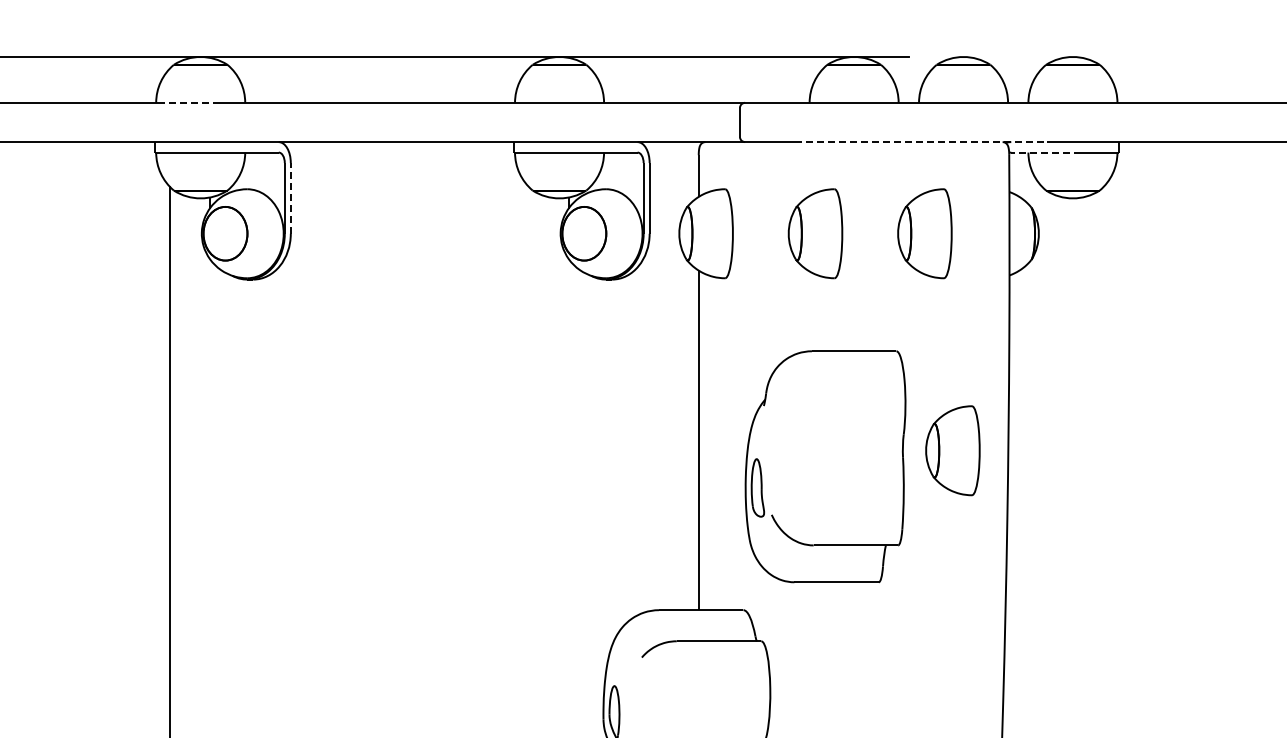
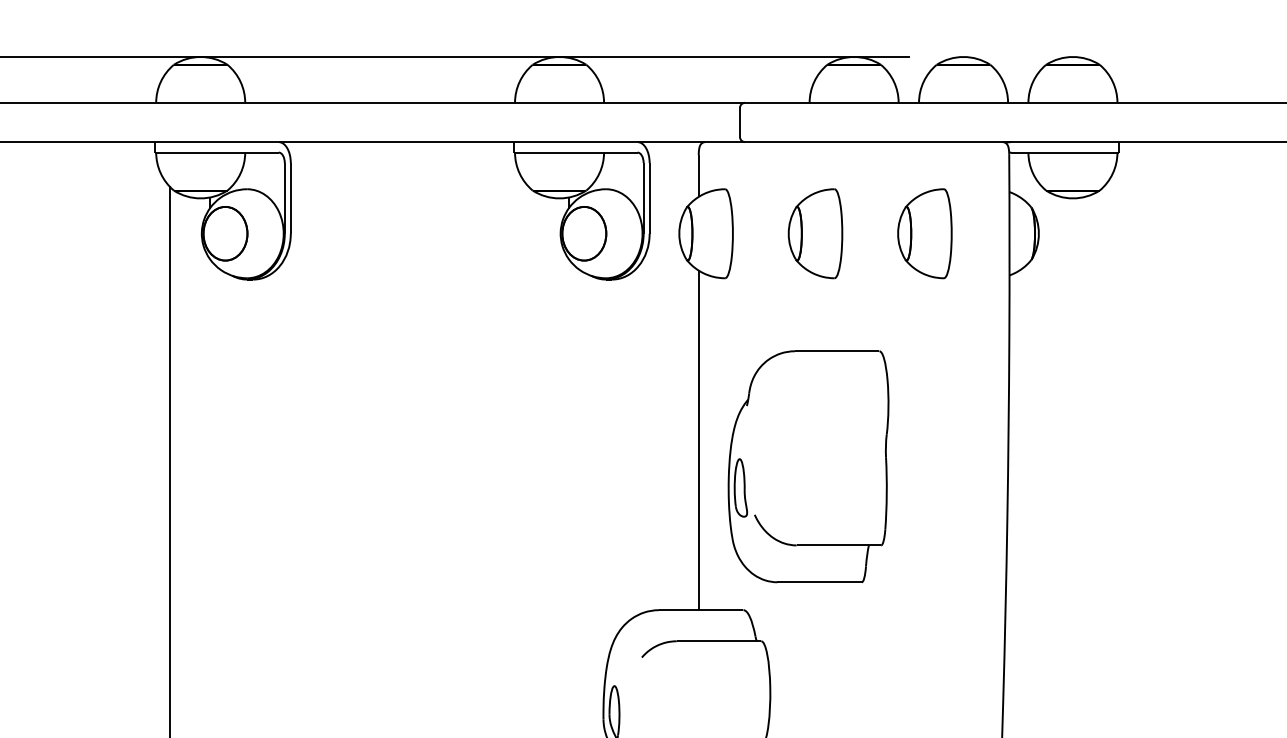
line at (188, 102): dashed -> solid
line at (920, 142): dashed -> solid
line at (1046, 152): dashed -> solid
line at (290, 197): dashed -> solid
part at (952, 450): present -> none
part at (825, 466) position: (825, 466) -> (808, 466)
